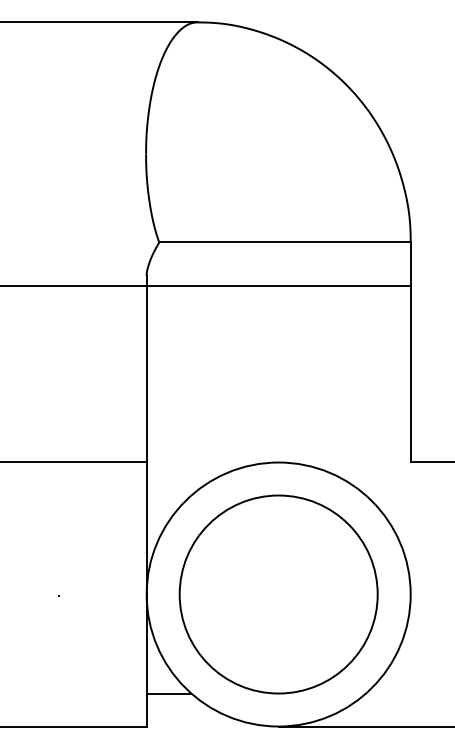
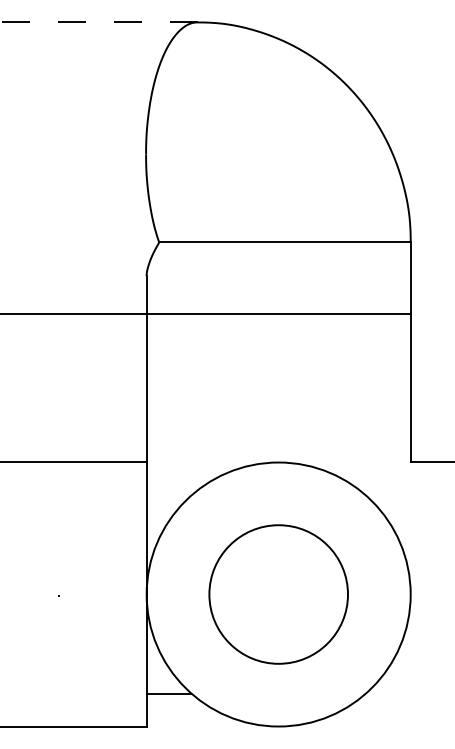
line at (98, 22): solid -> dashed
line at (206, 286) position: (206, 286) -> (206, 314)
circle at (278, 594) diameter: 198 px -> 139 px
line at (364, 726): present -> none
